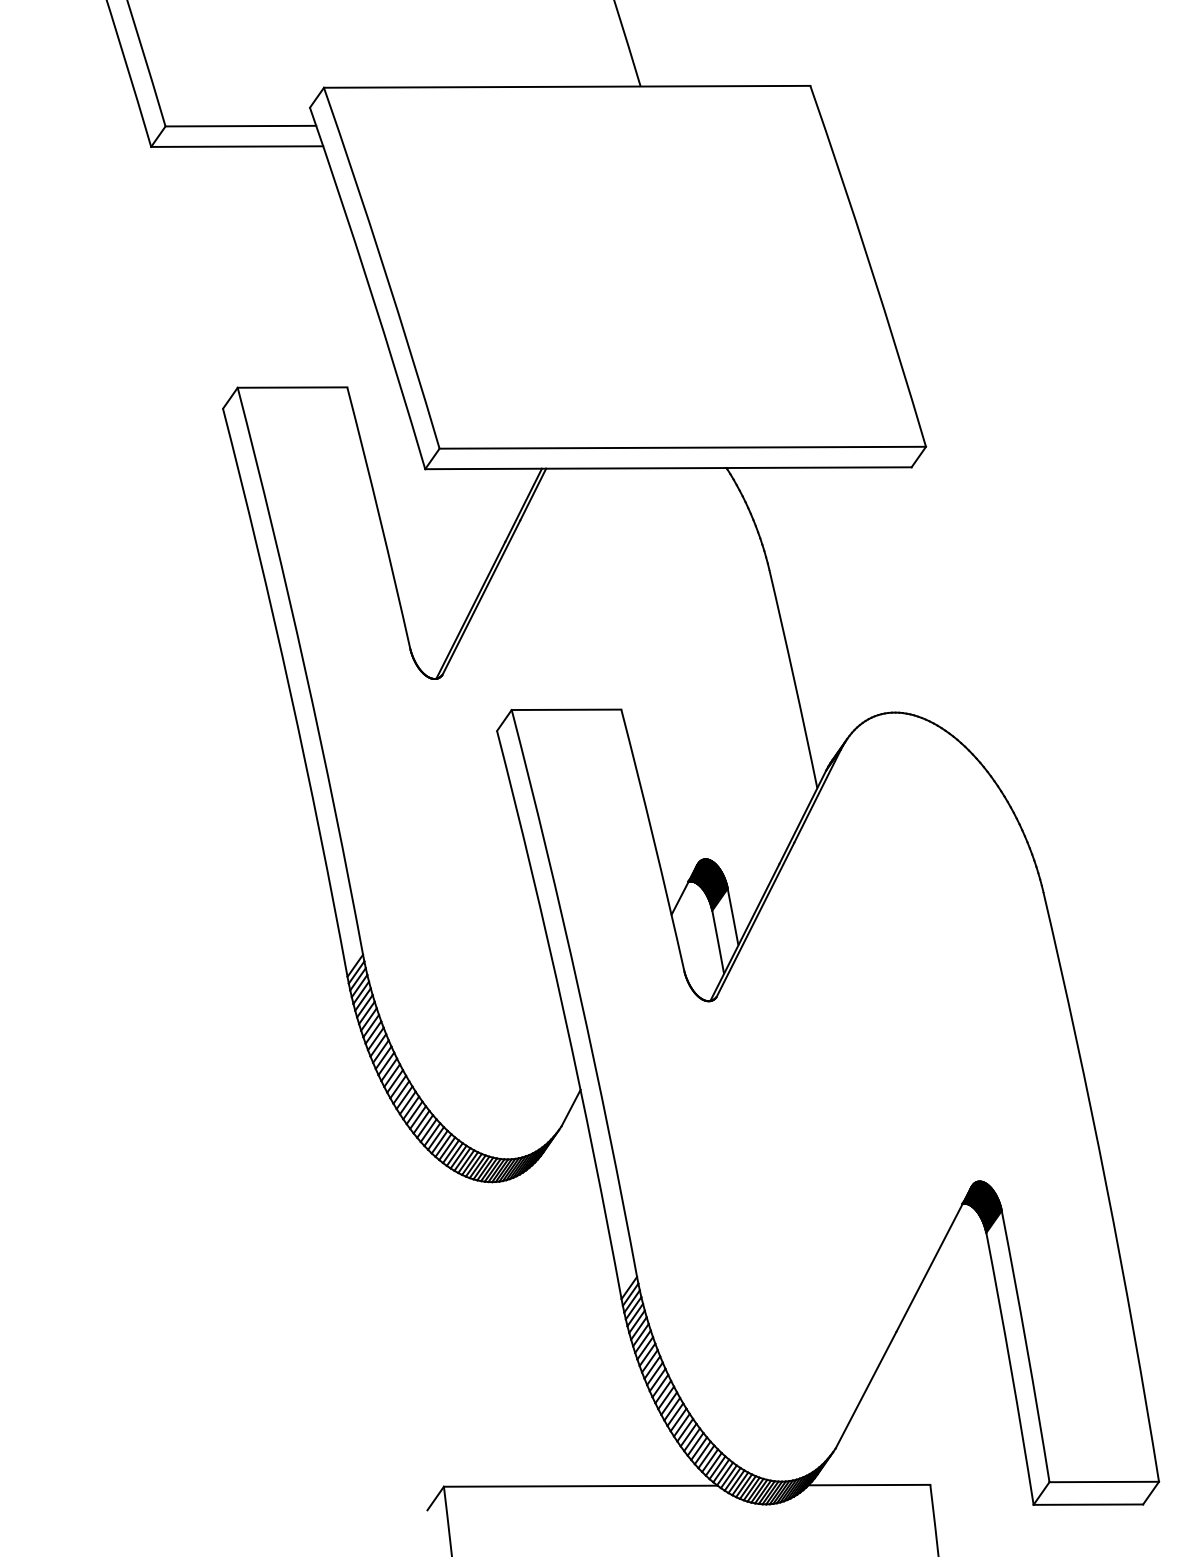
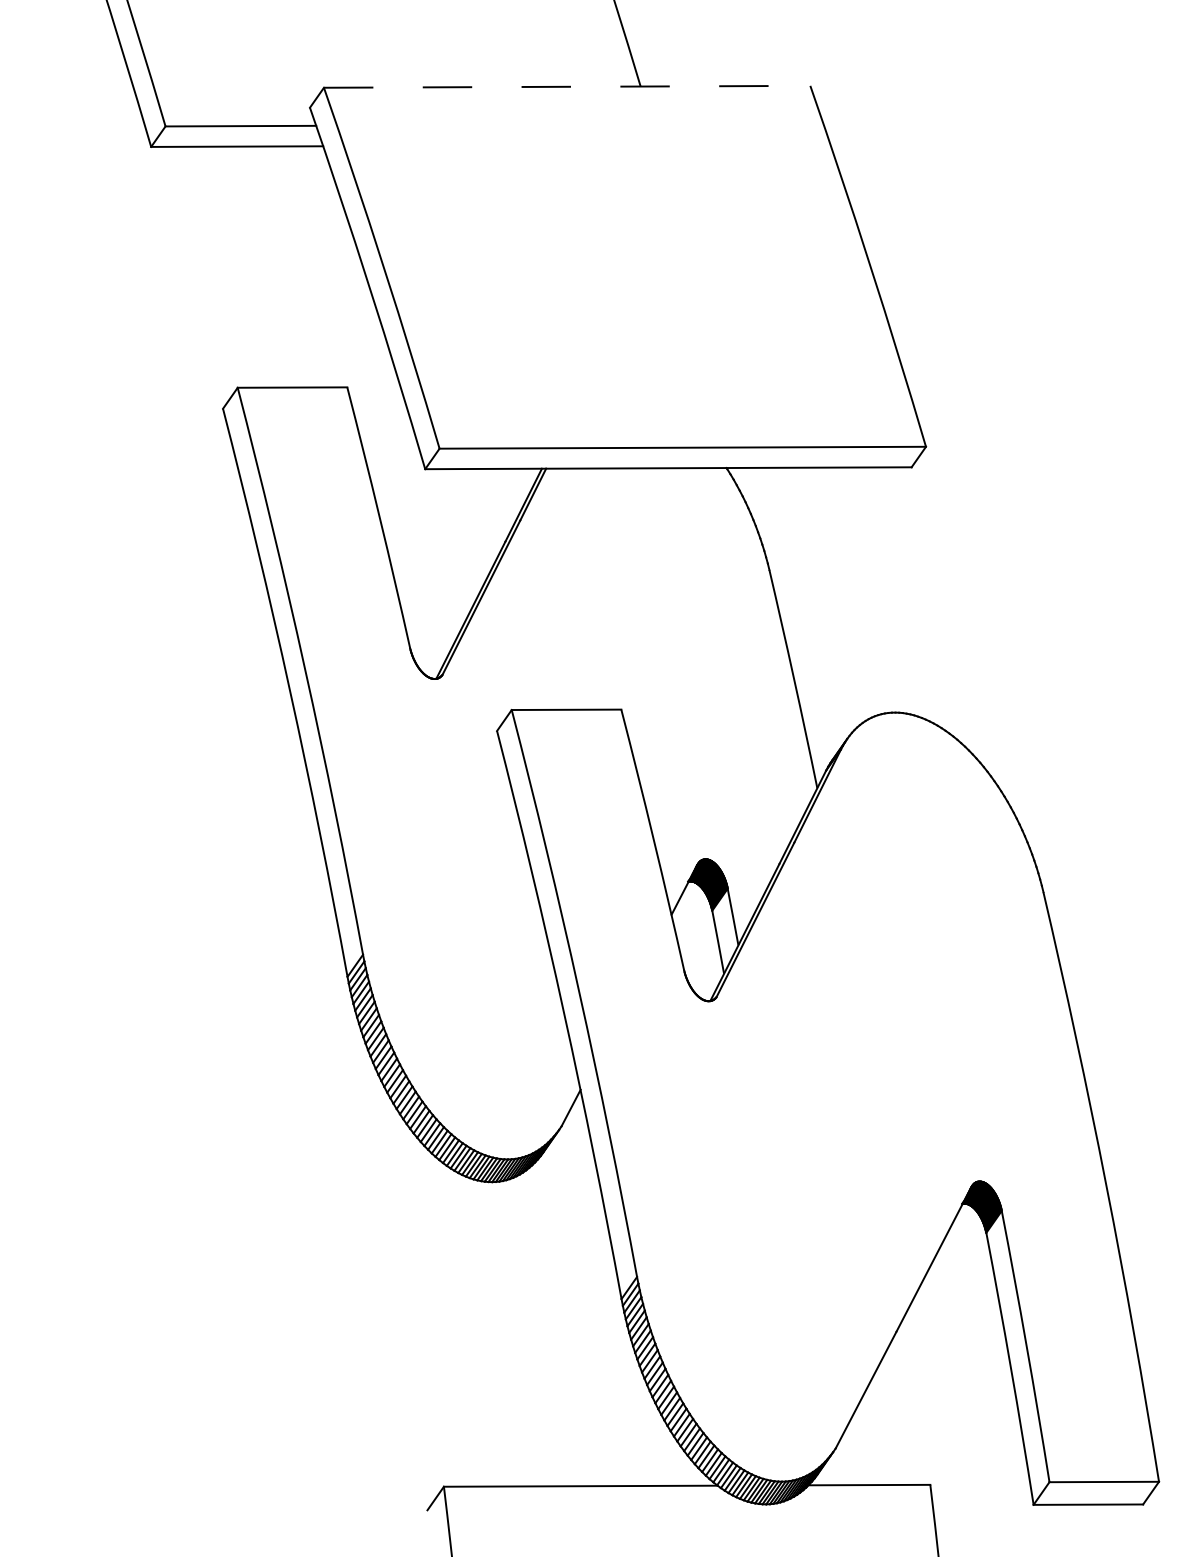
line at (567, 86): solid -> dashed
